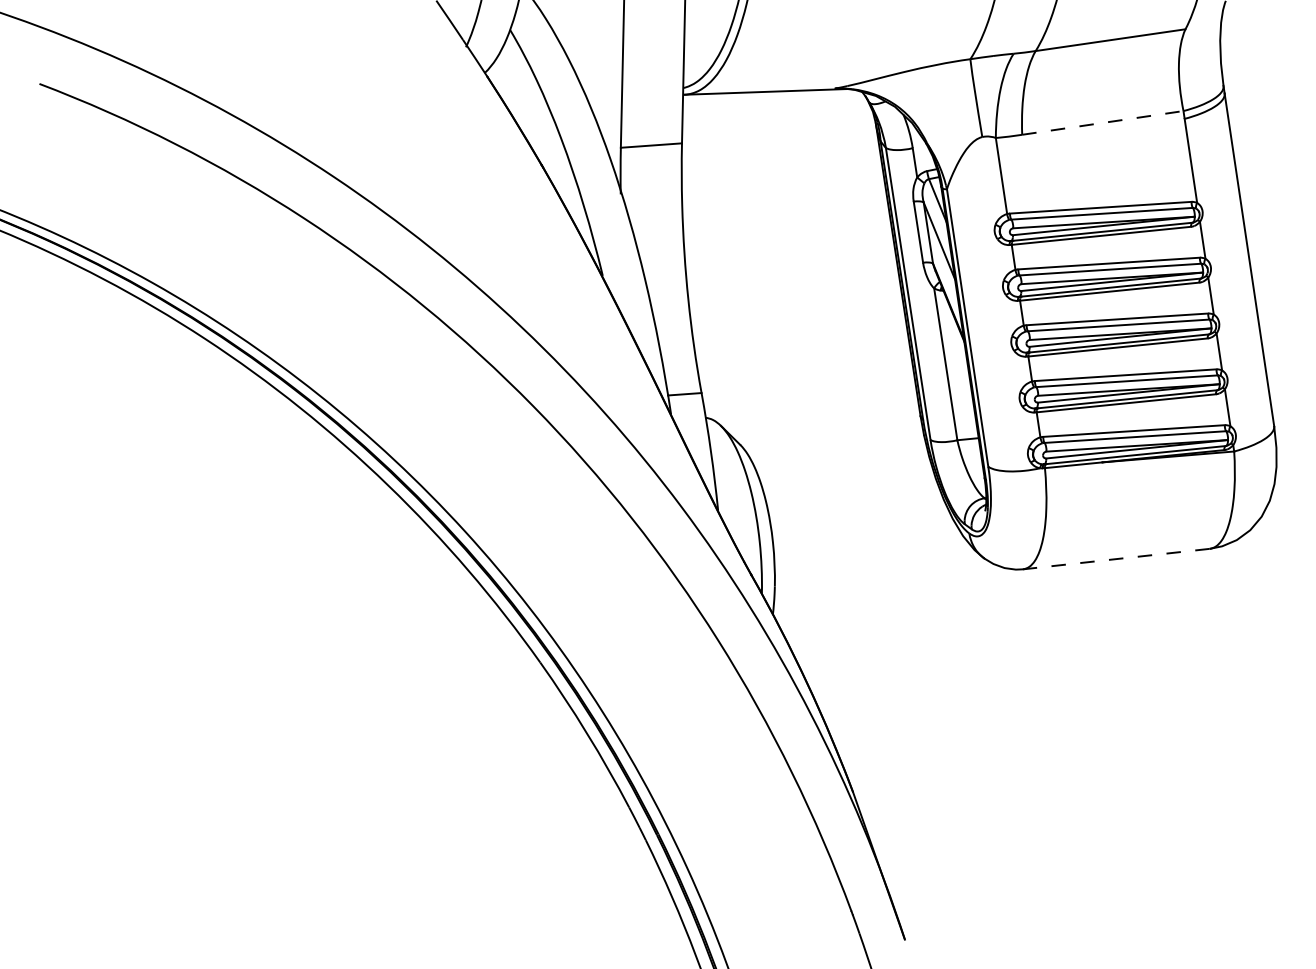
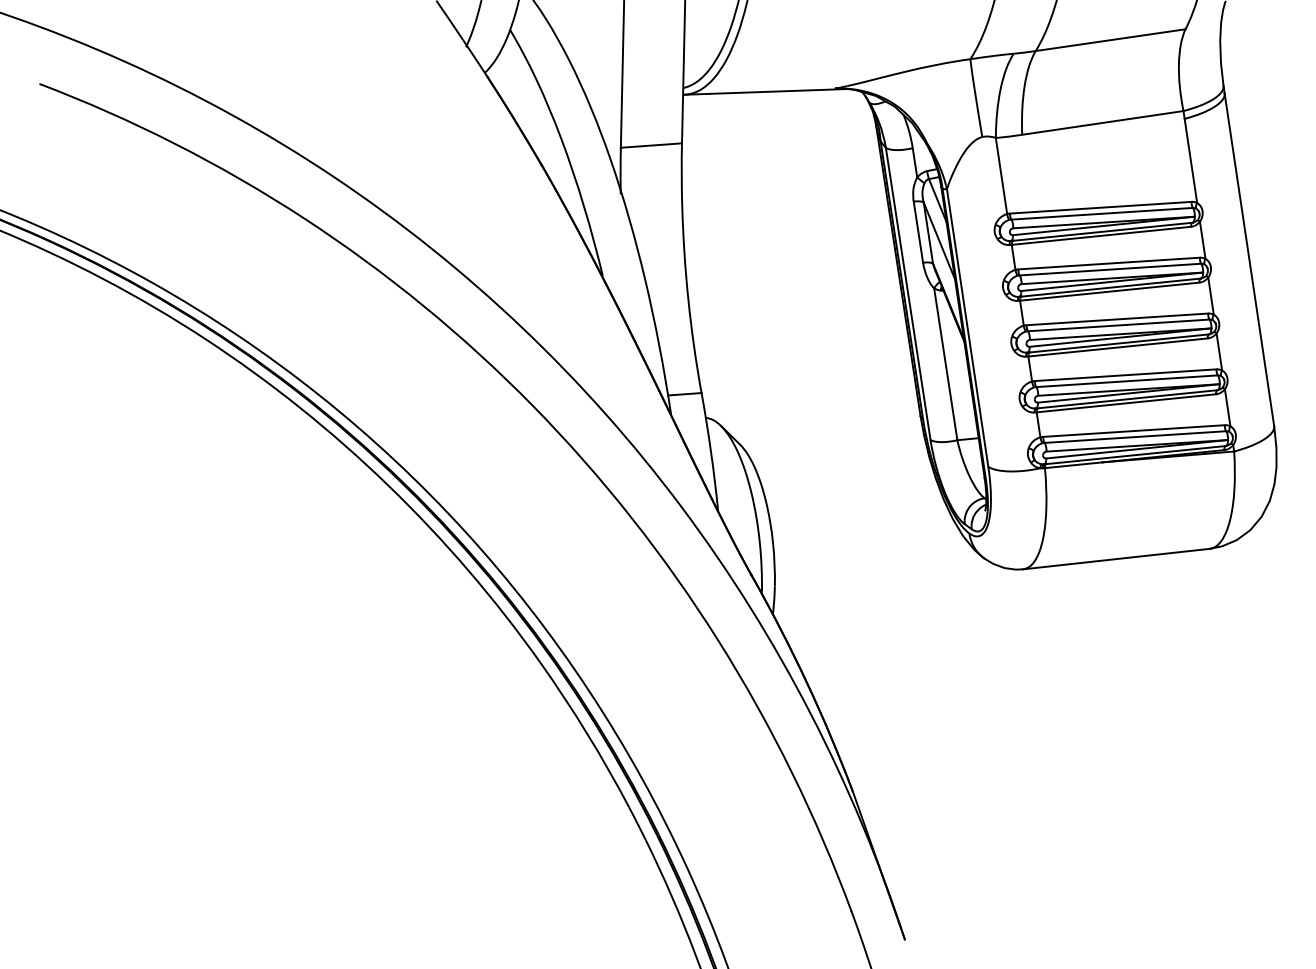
line at (1102, 122): dashed -> solid
line at (1116, 559): dashed -> solid
